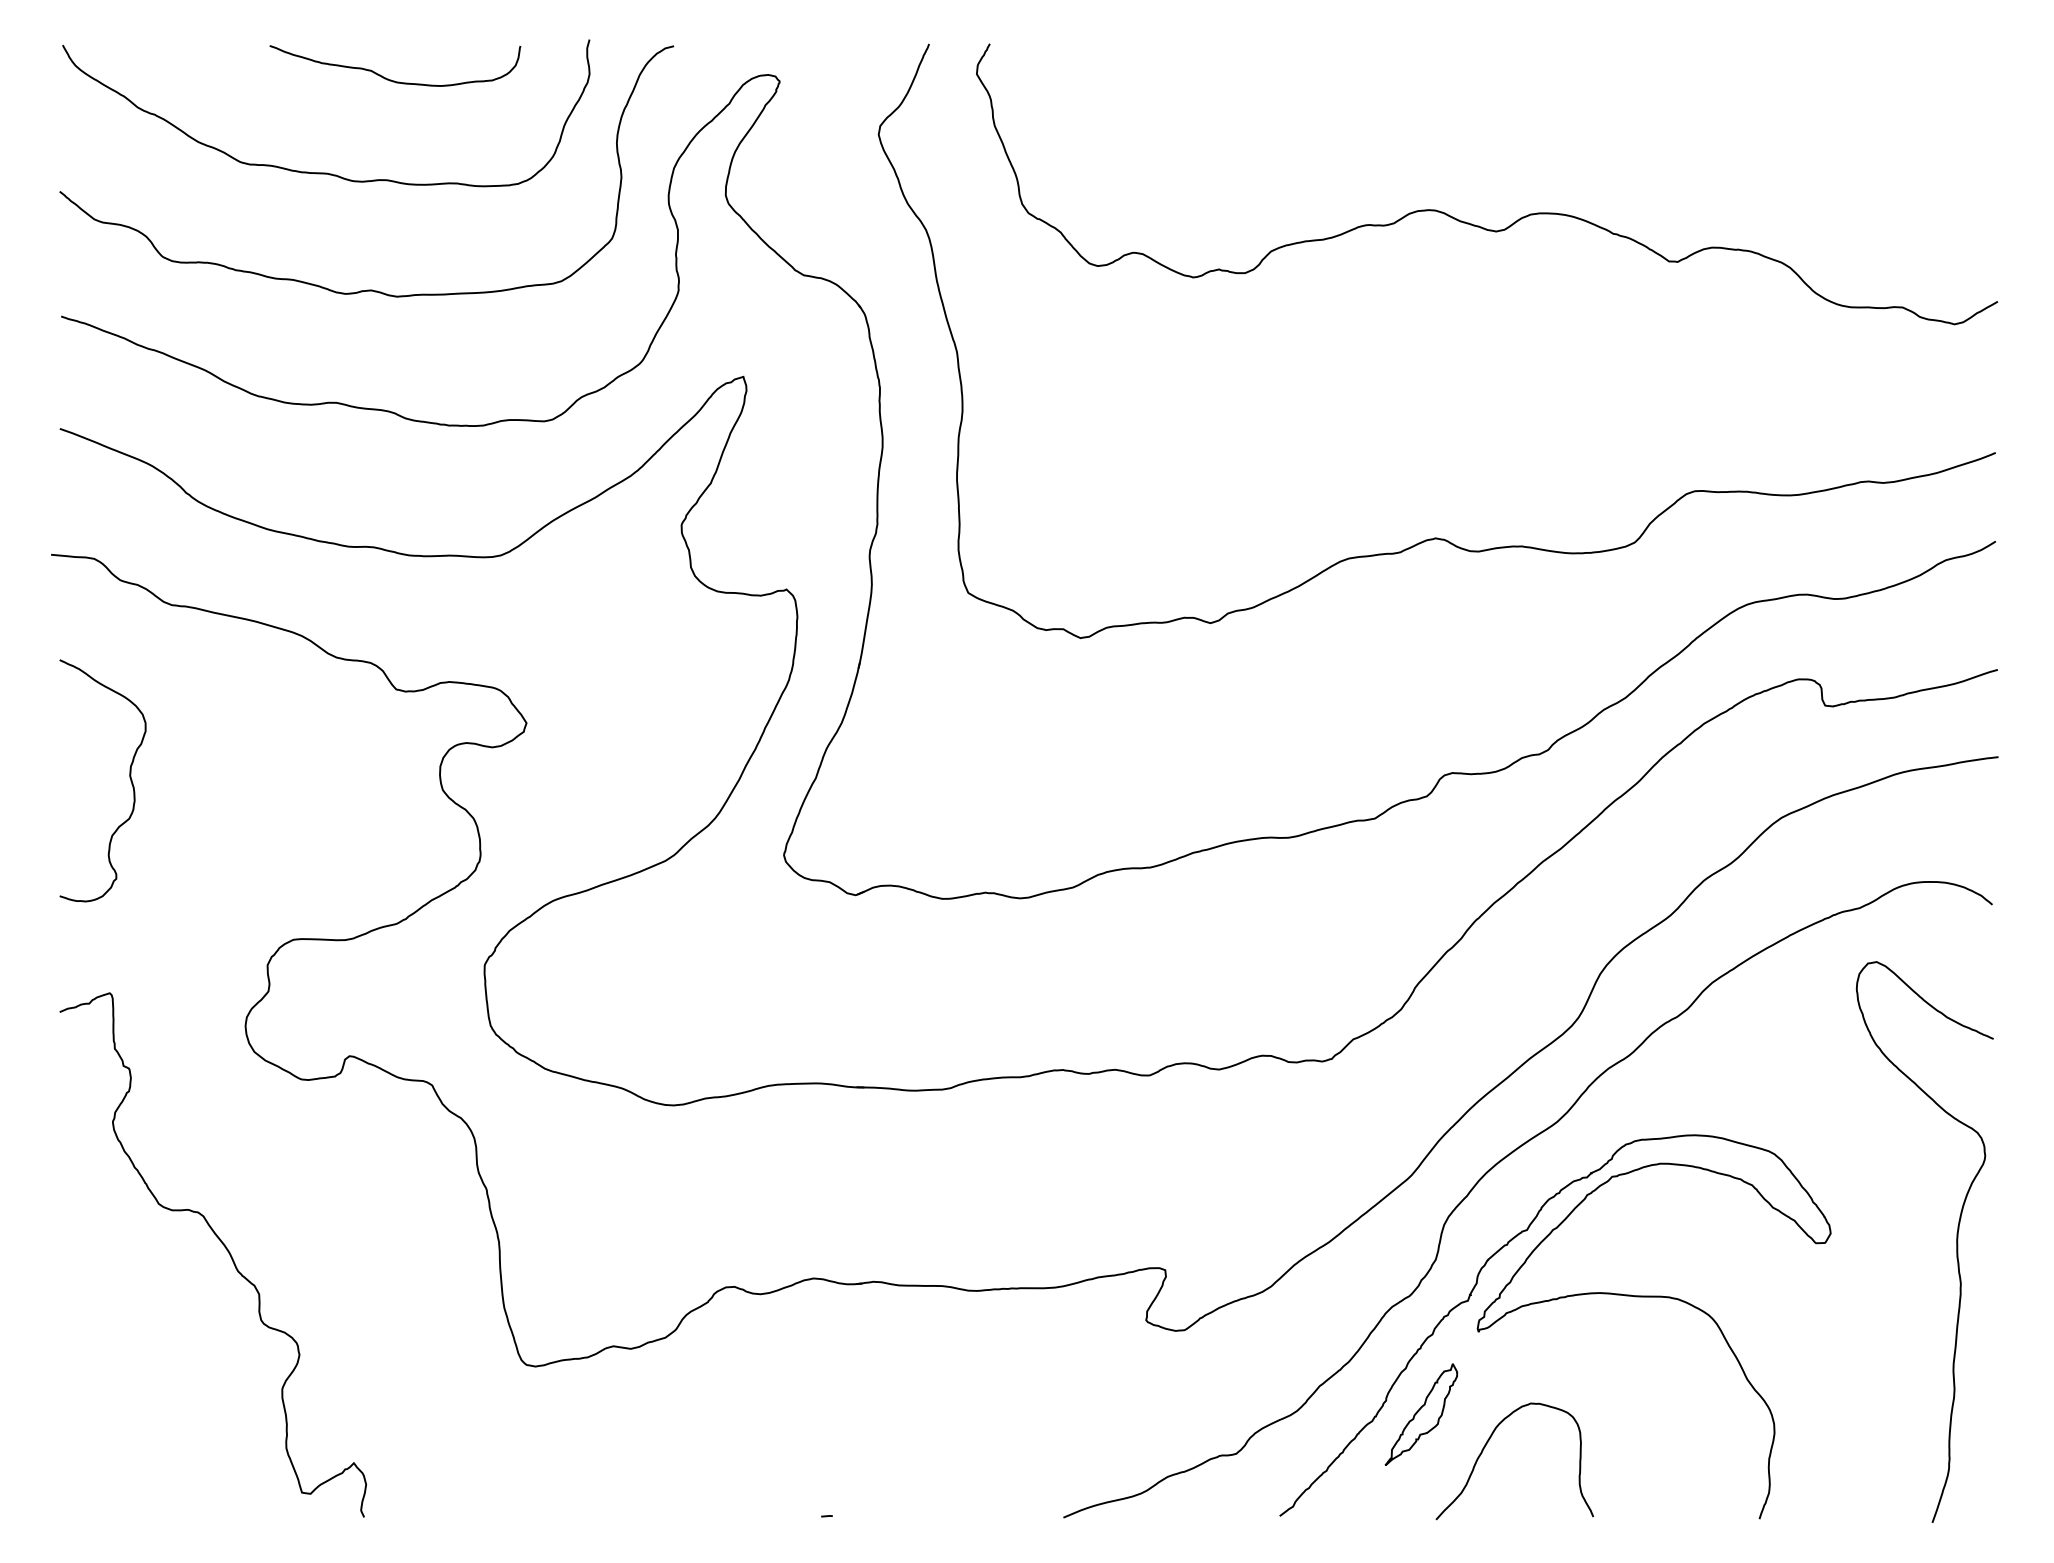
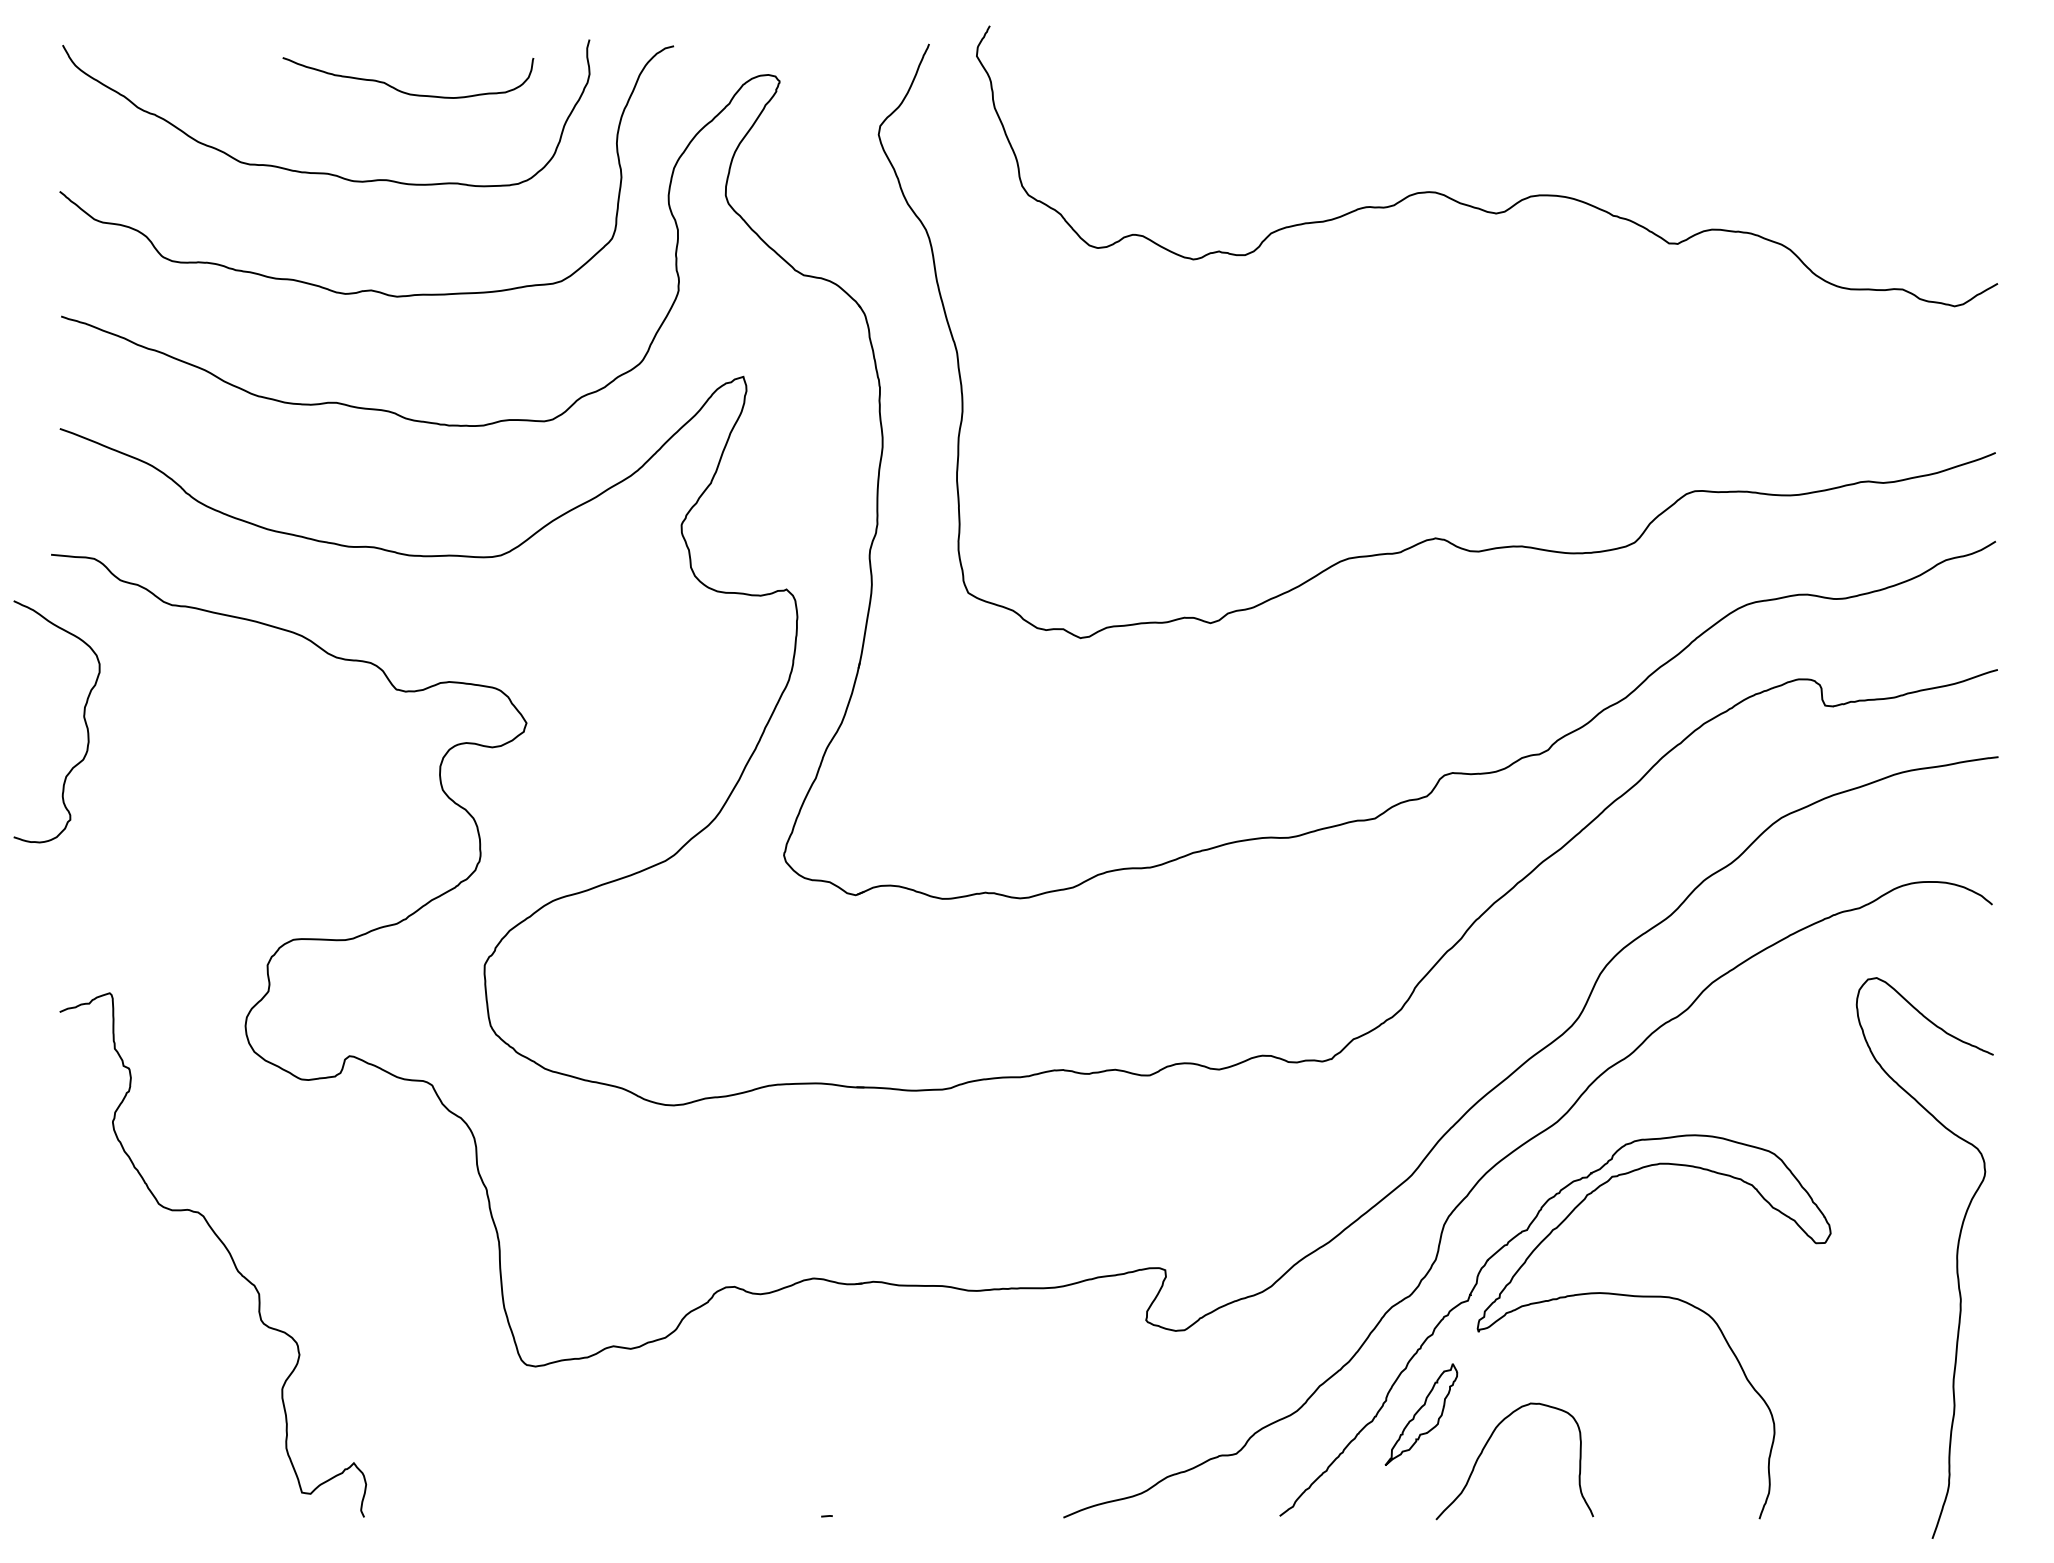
curve at (391, 79) position: (391, 79) -> (404, 91)
curve at (1479, 225) position: (1479, 225) -> (1479, 207)
curve at (129, 777) position: (129, 777) -> (83, 718)
curve at (1956, 1241) position: (1956, 1241) -> (1956, 1257)
